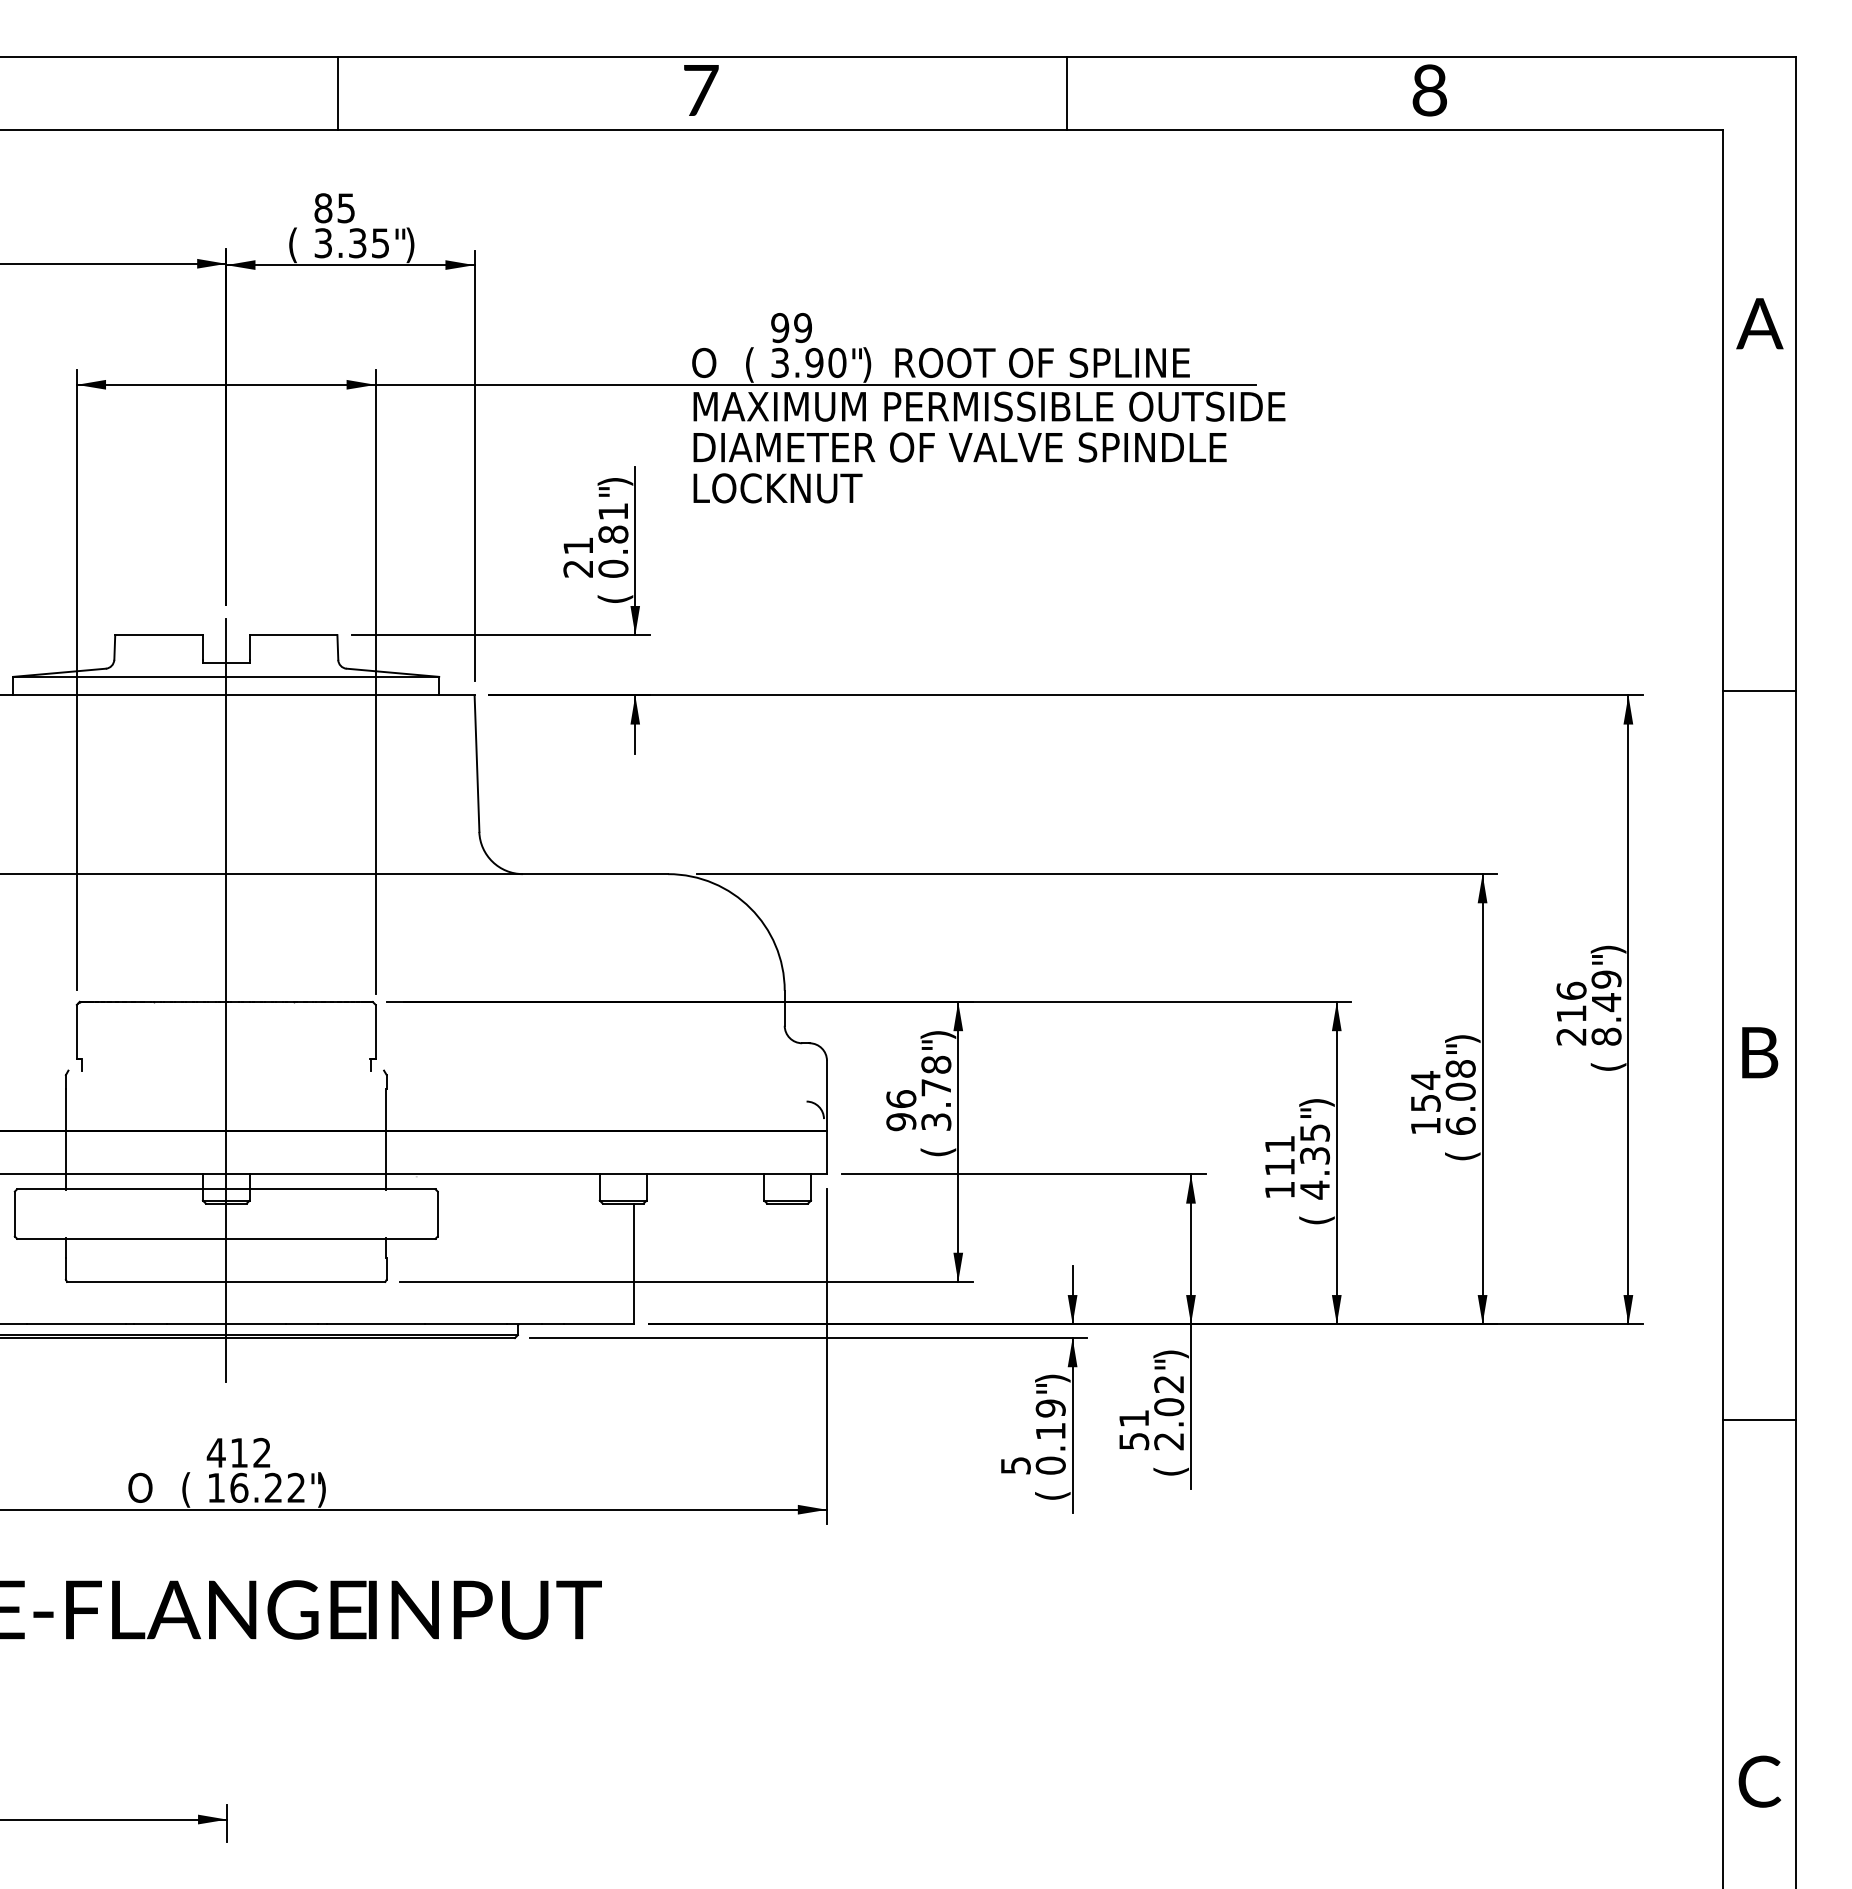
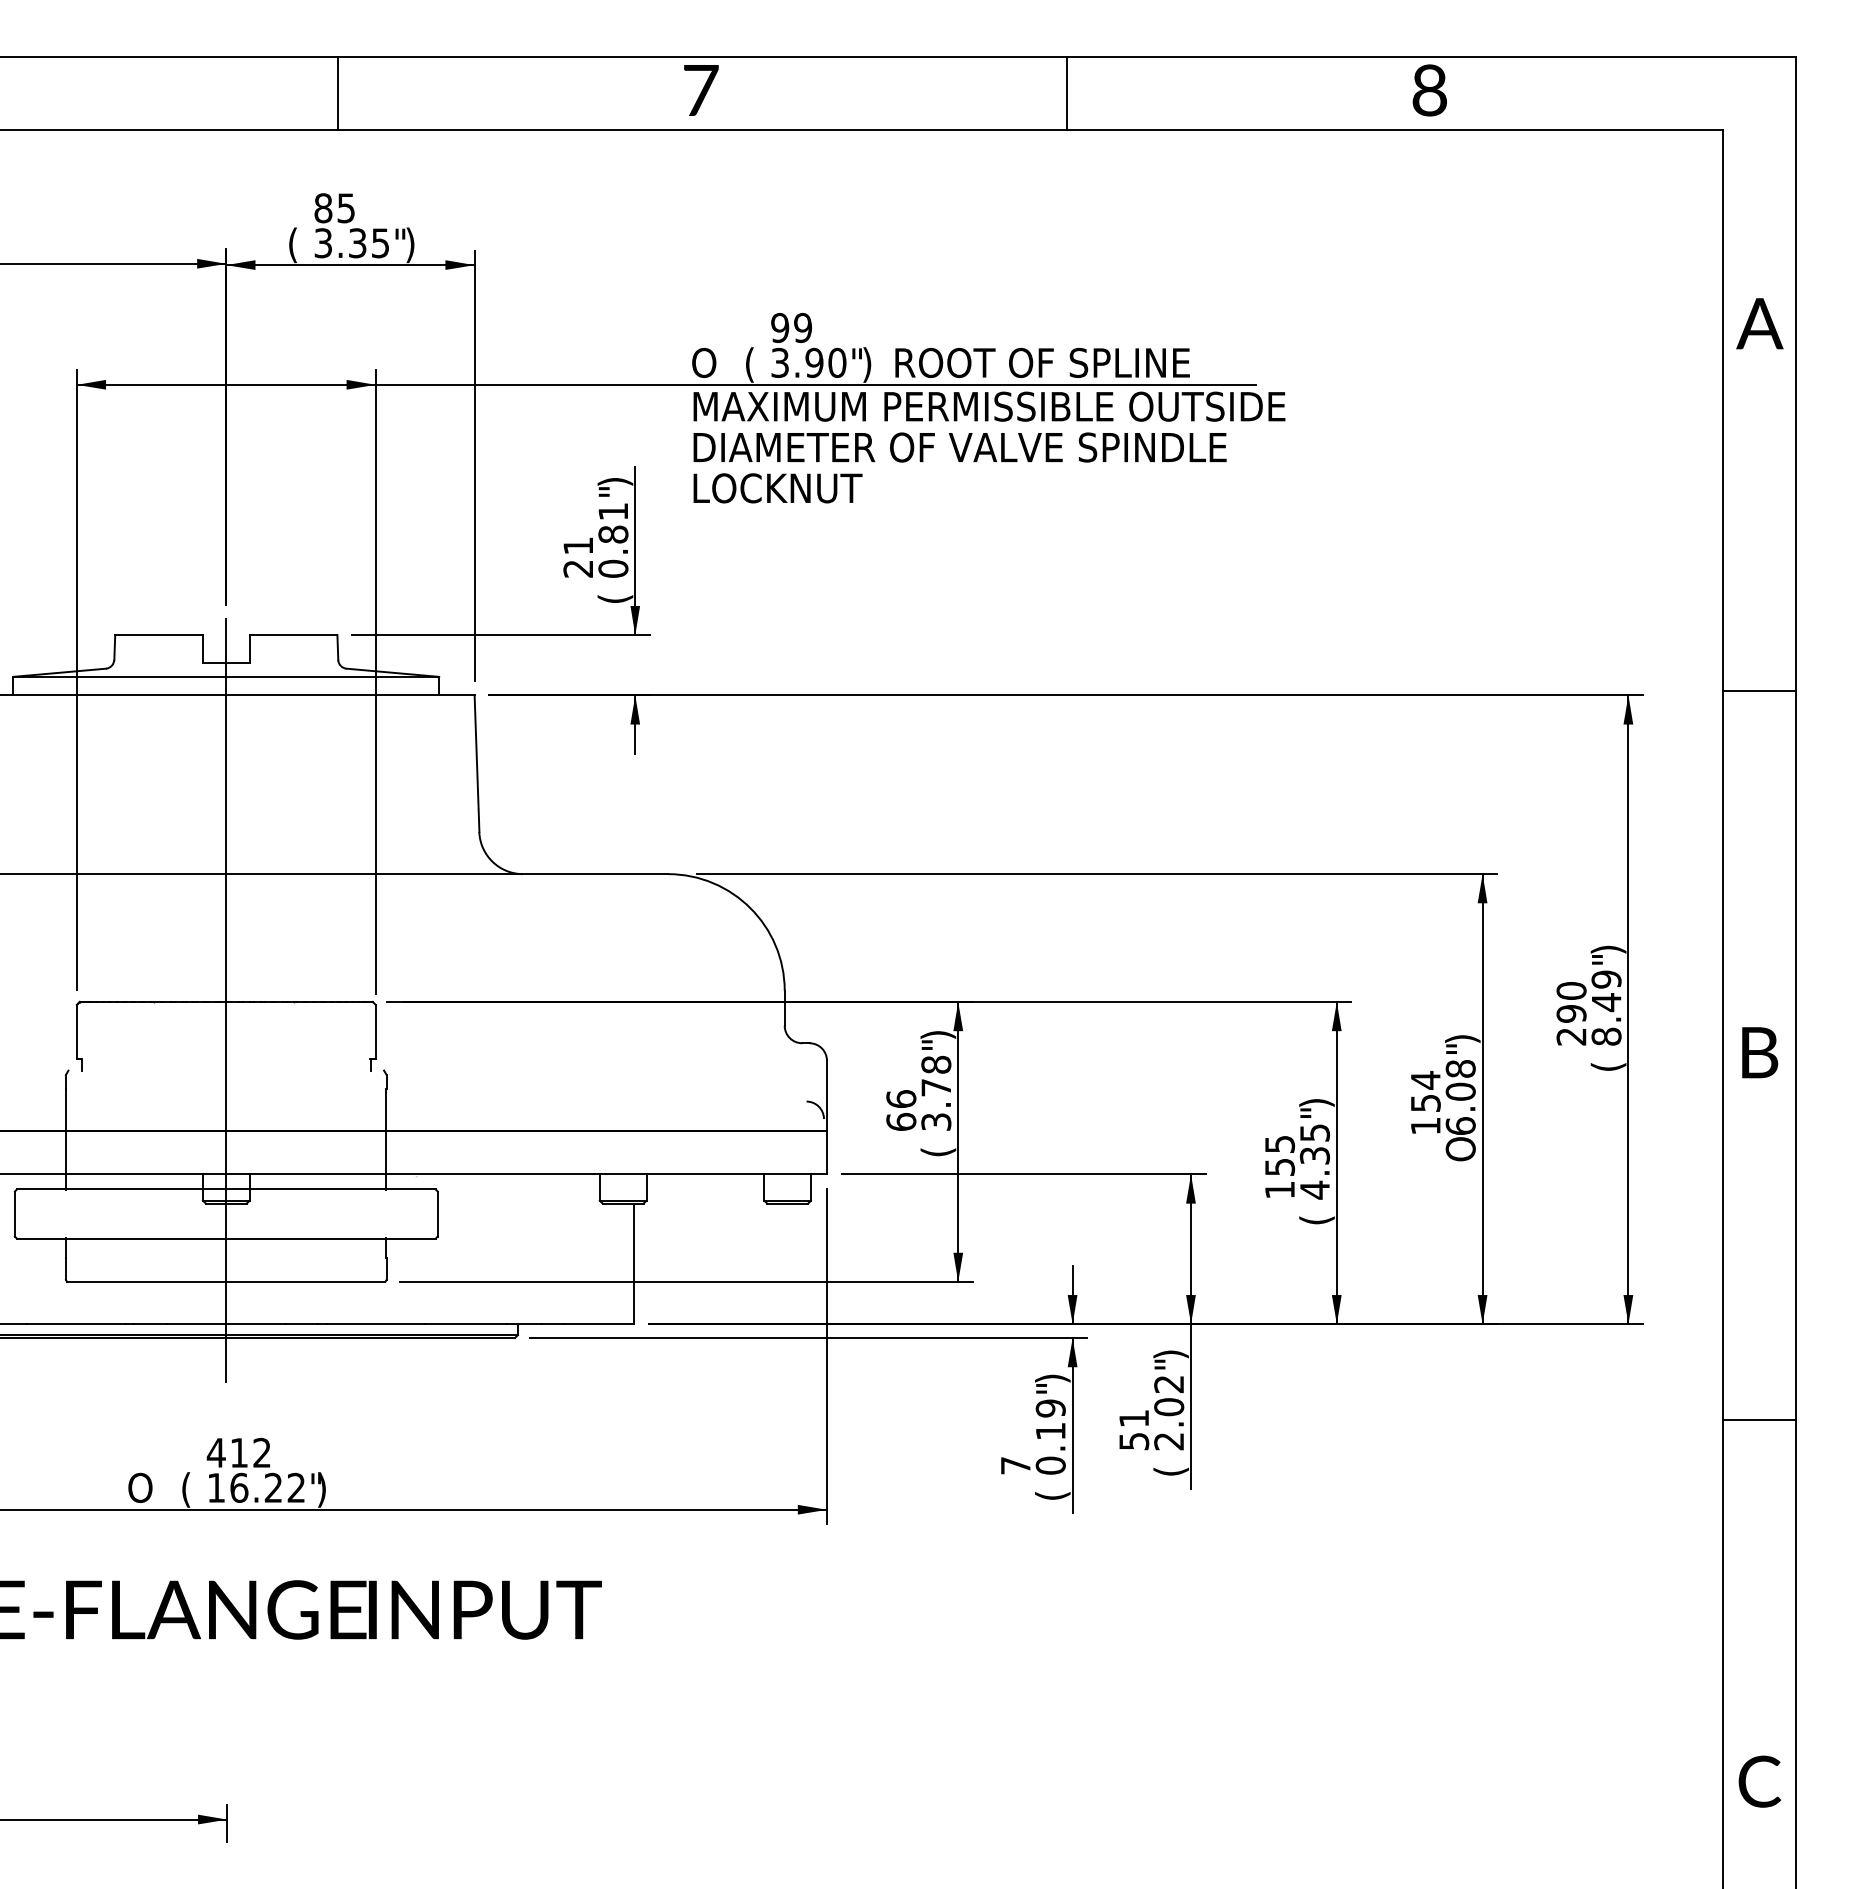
text at (1571, 1001): 216 -> 290
text at (901, 1121): 96 -> 66
text at (1462, 1149): ( -> O
text at (1280, 1155): 111 -> 155
text at (1015, 1465): 5 -> 7
